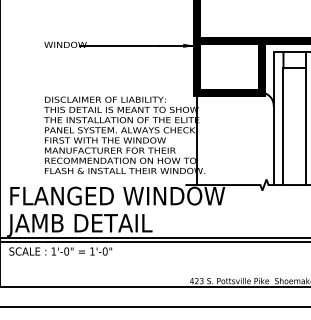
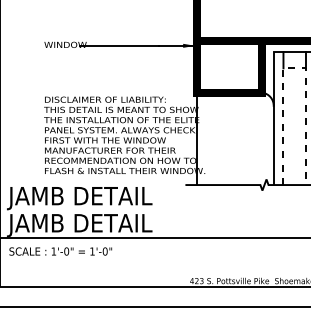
line at (295, 68): solid -> dashed
text at (116, 198): FLANGED WINDOW -> JAMB DETAIL
line at (154, 241): present -> none
